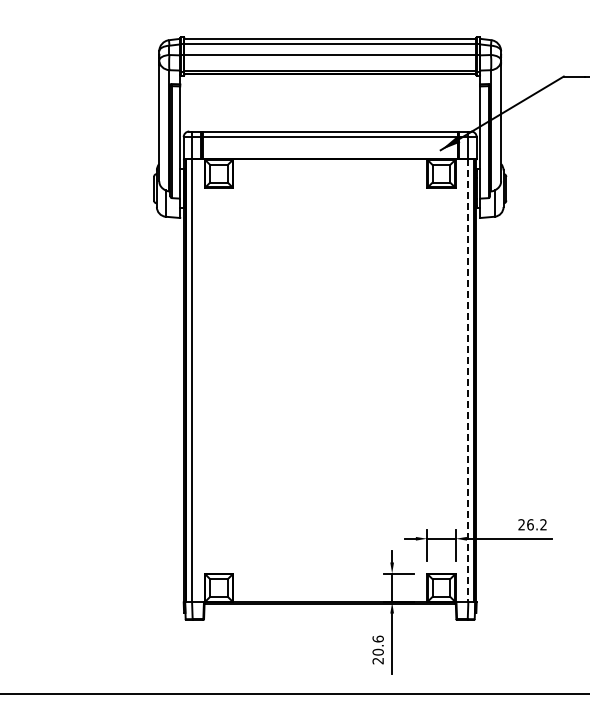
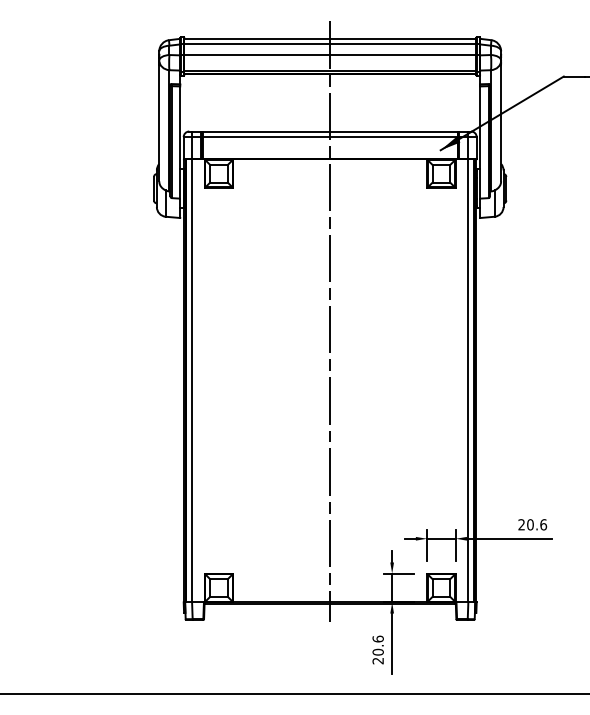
line at (330, 321): none -> present
line at (467, 381): dashed -> solid
text at (537, 524): 26.2 -> 20.6
